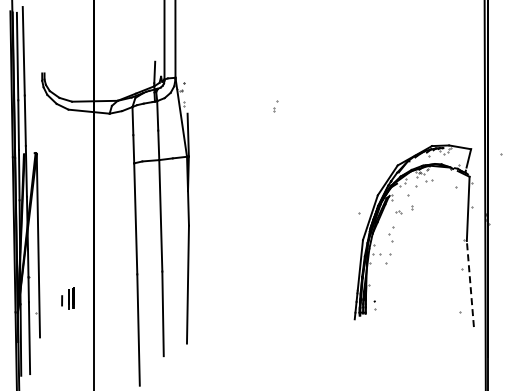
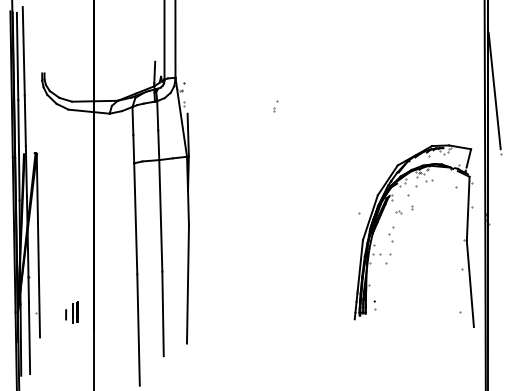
line at (494, 90): none -> present
line at (470, 283): dashed -> solid
part at (67, 298) position: (67, 298) -> (71, 312)
